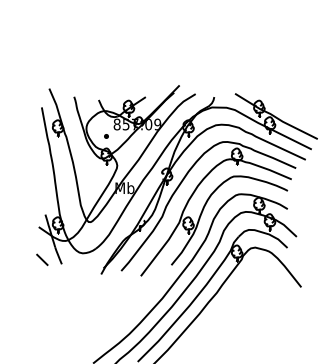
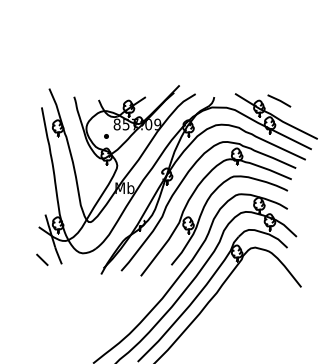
line at (279, 100): none -> present
